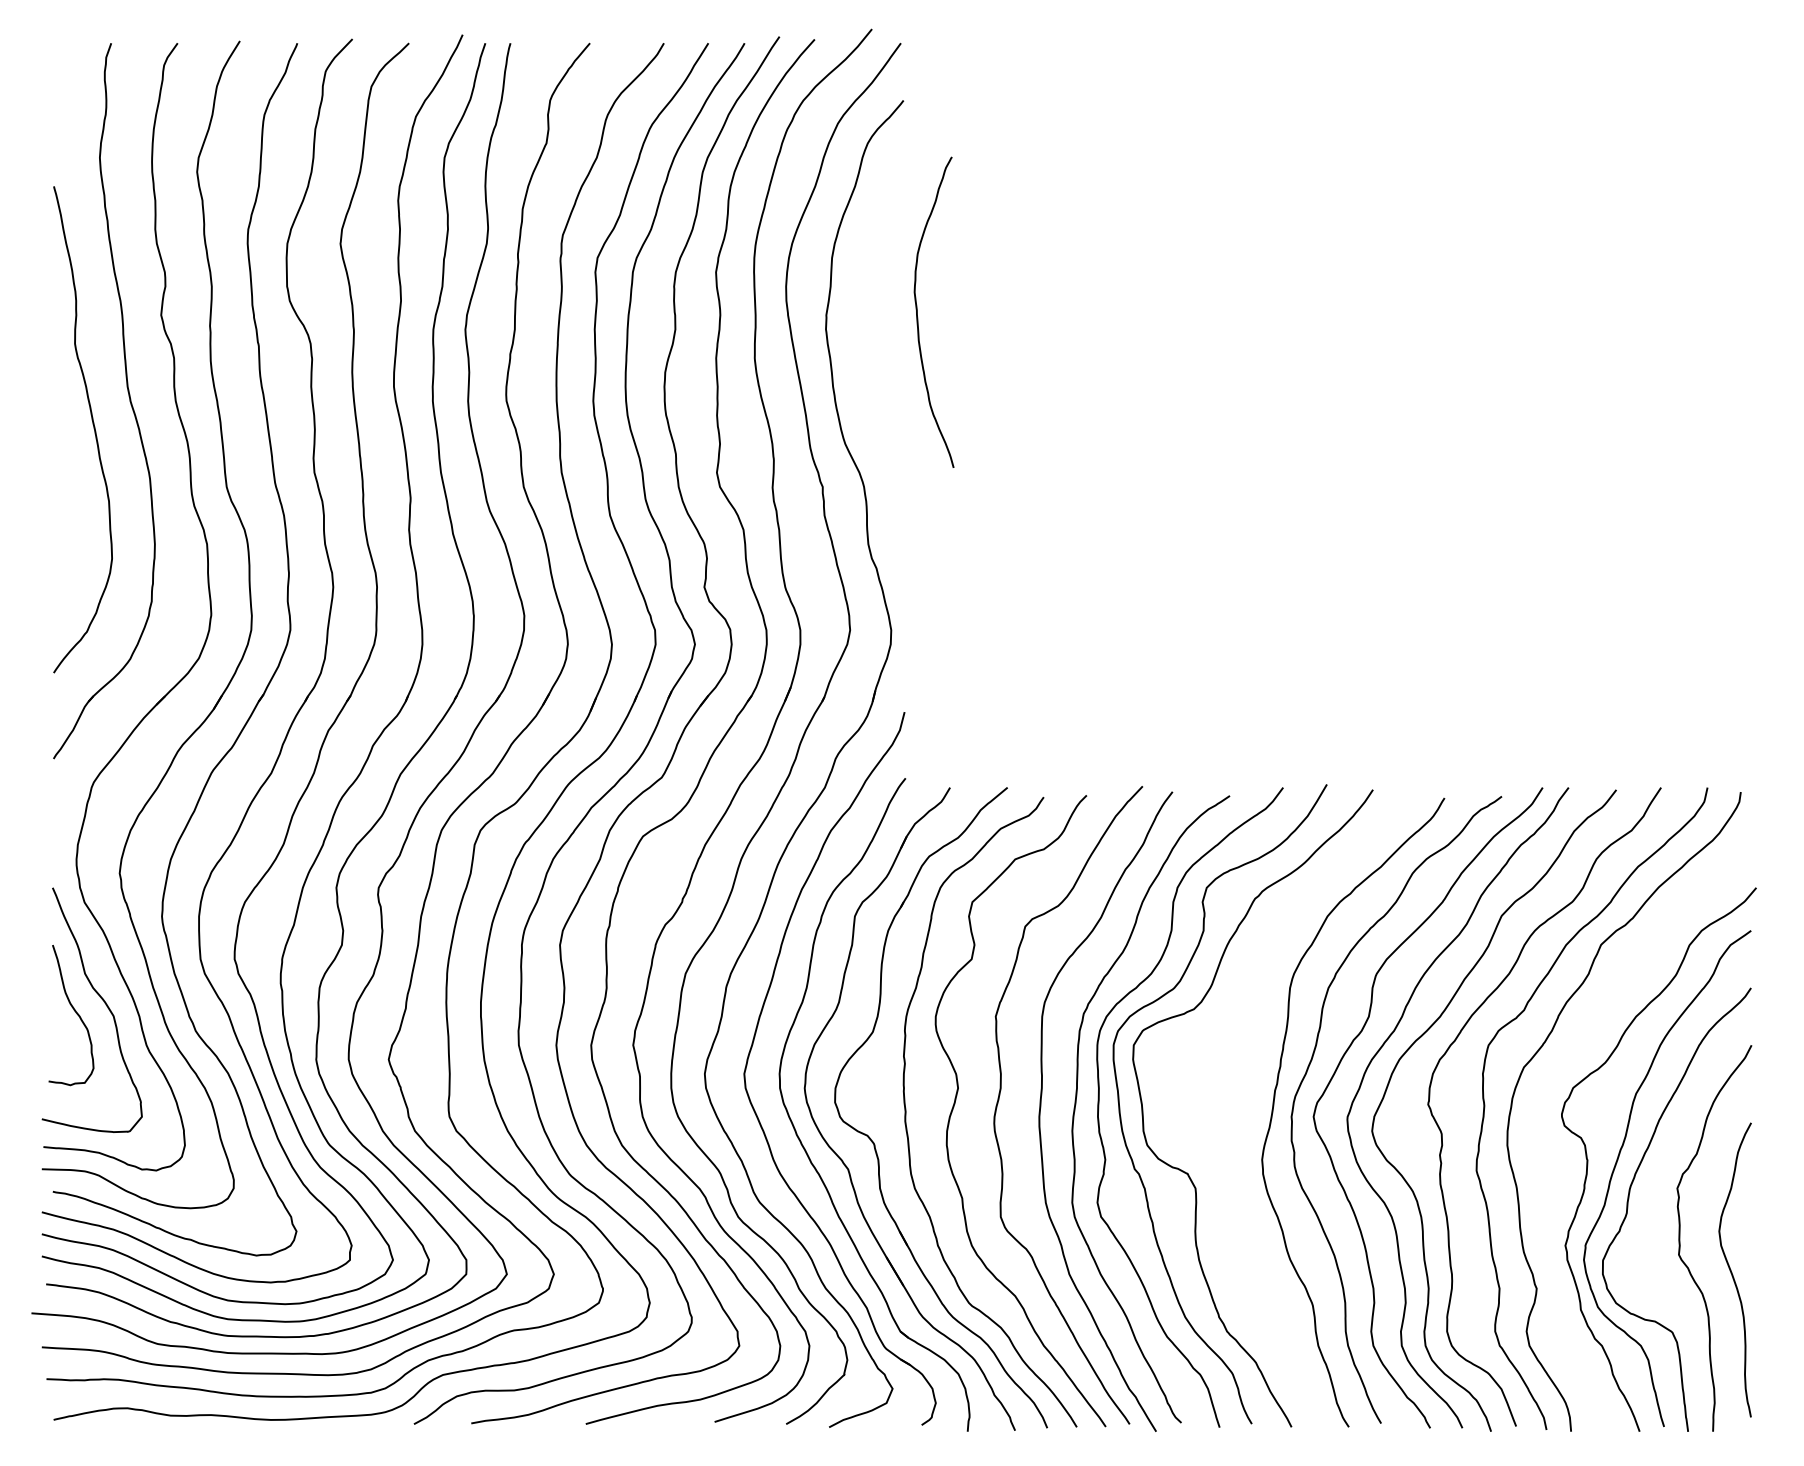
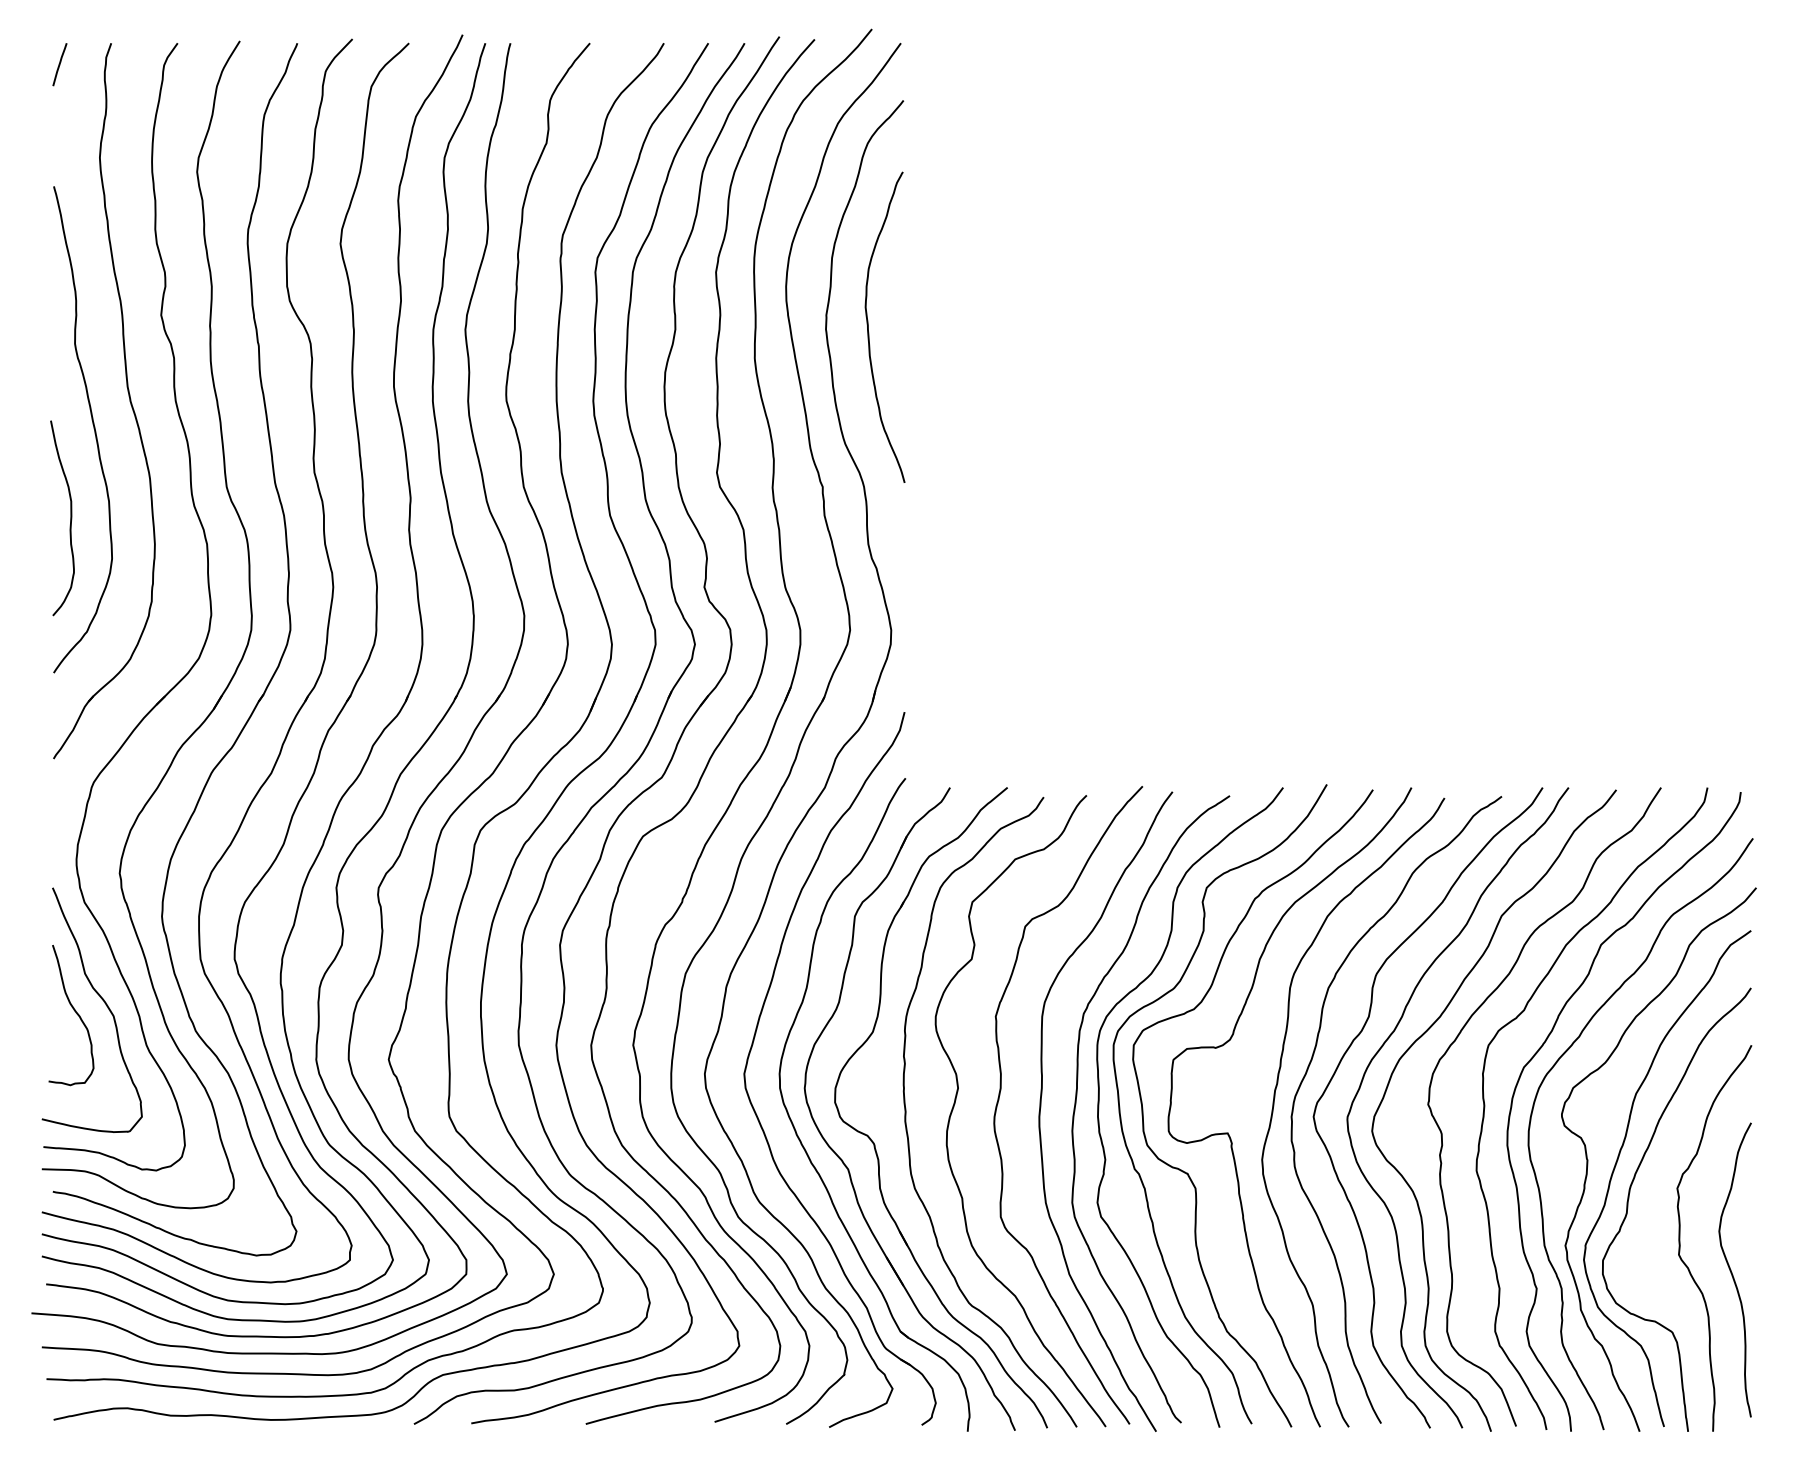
line at (59, 64): none -> present
curve at (917, 311) position: (917, 311) -> (868, 326)
curve at (70, 518): none -> present
curve at (1556, 1064): none -> present
curve at (1230, 1136): none -> present
